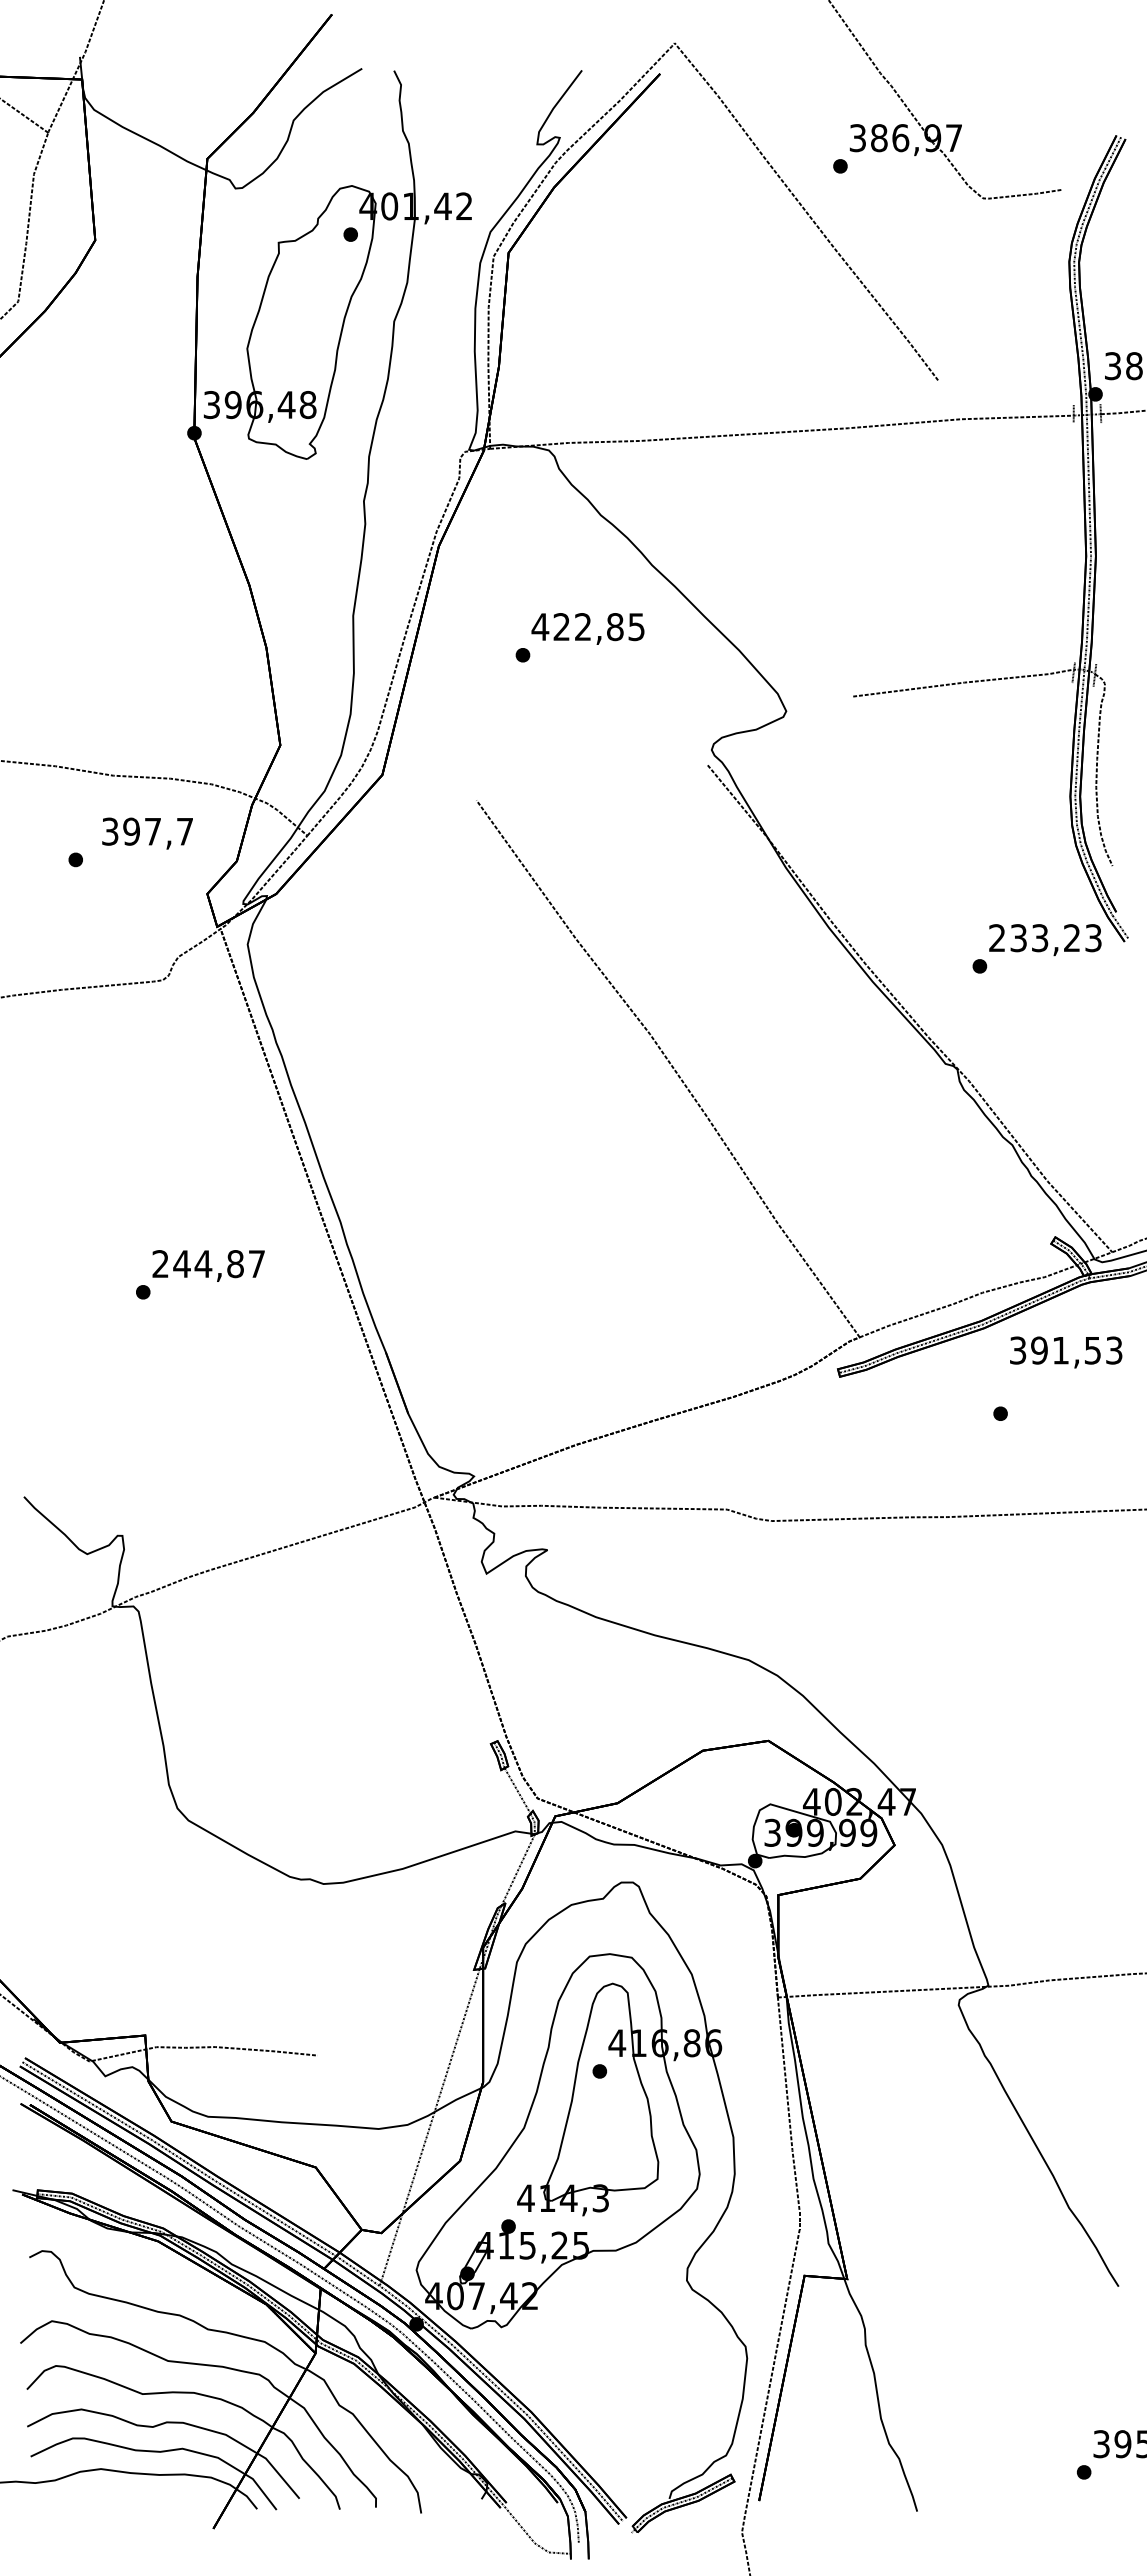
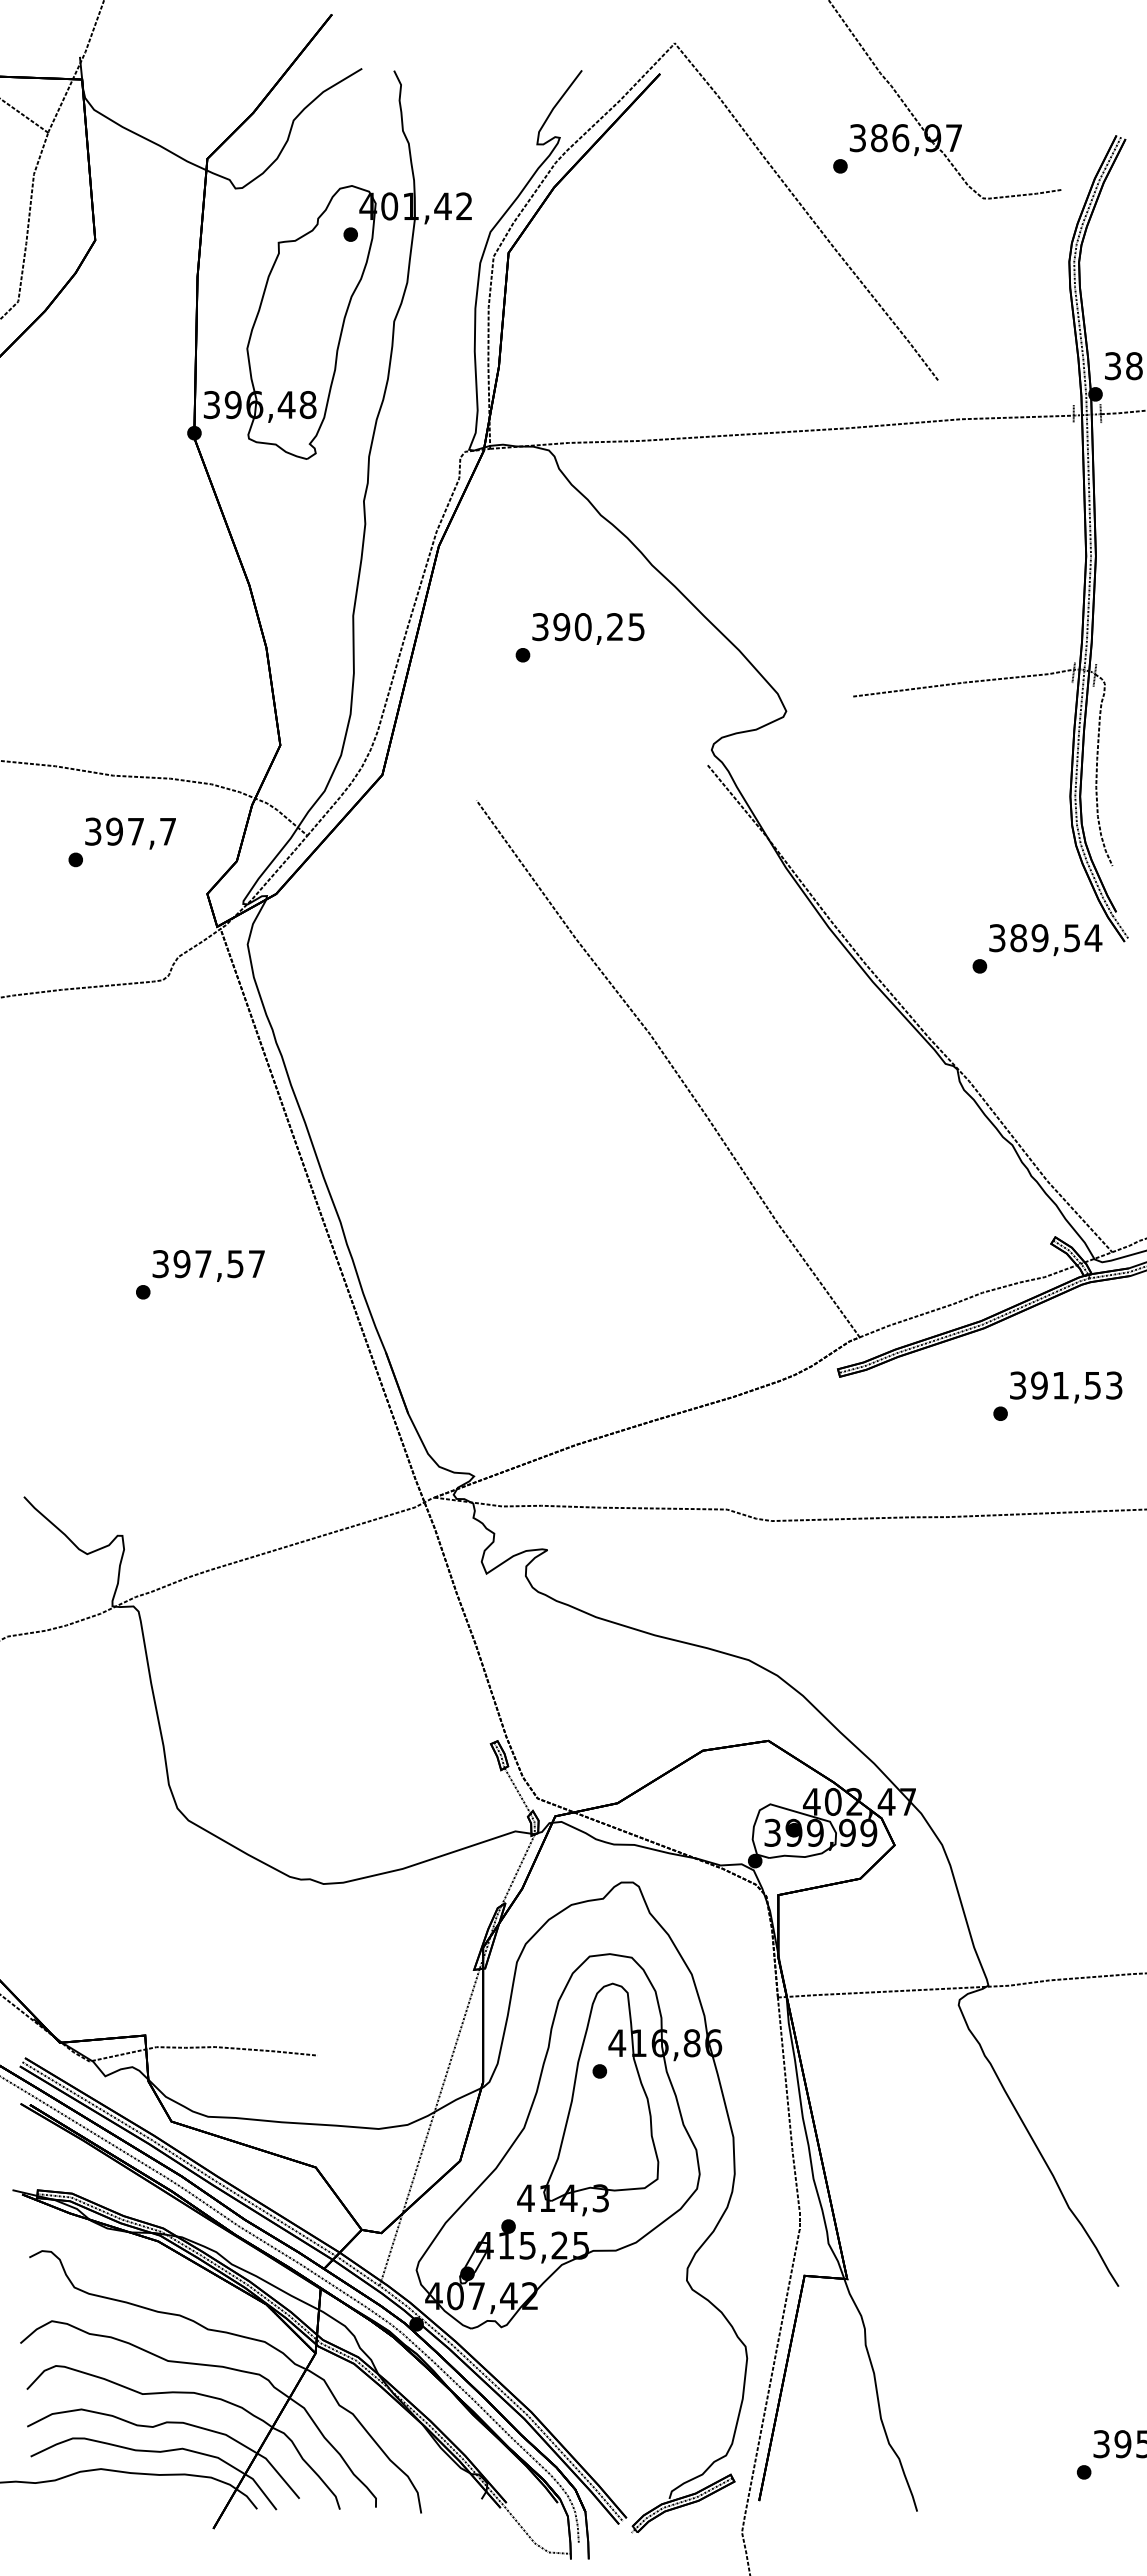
text at (577, 627): 422,85 -> 390,25
text at (147, 833) position: (147, 833) -> (130, 833)
text at (1045, 938): 233,23 -> 389,54
text at (197, 1264): 244,87 -> 397,57
text at (1066, 1352) position: (1066, 1352) -> (1066, 1387)
